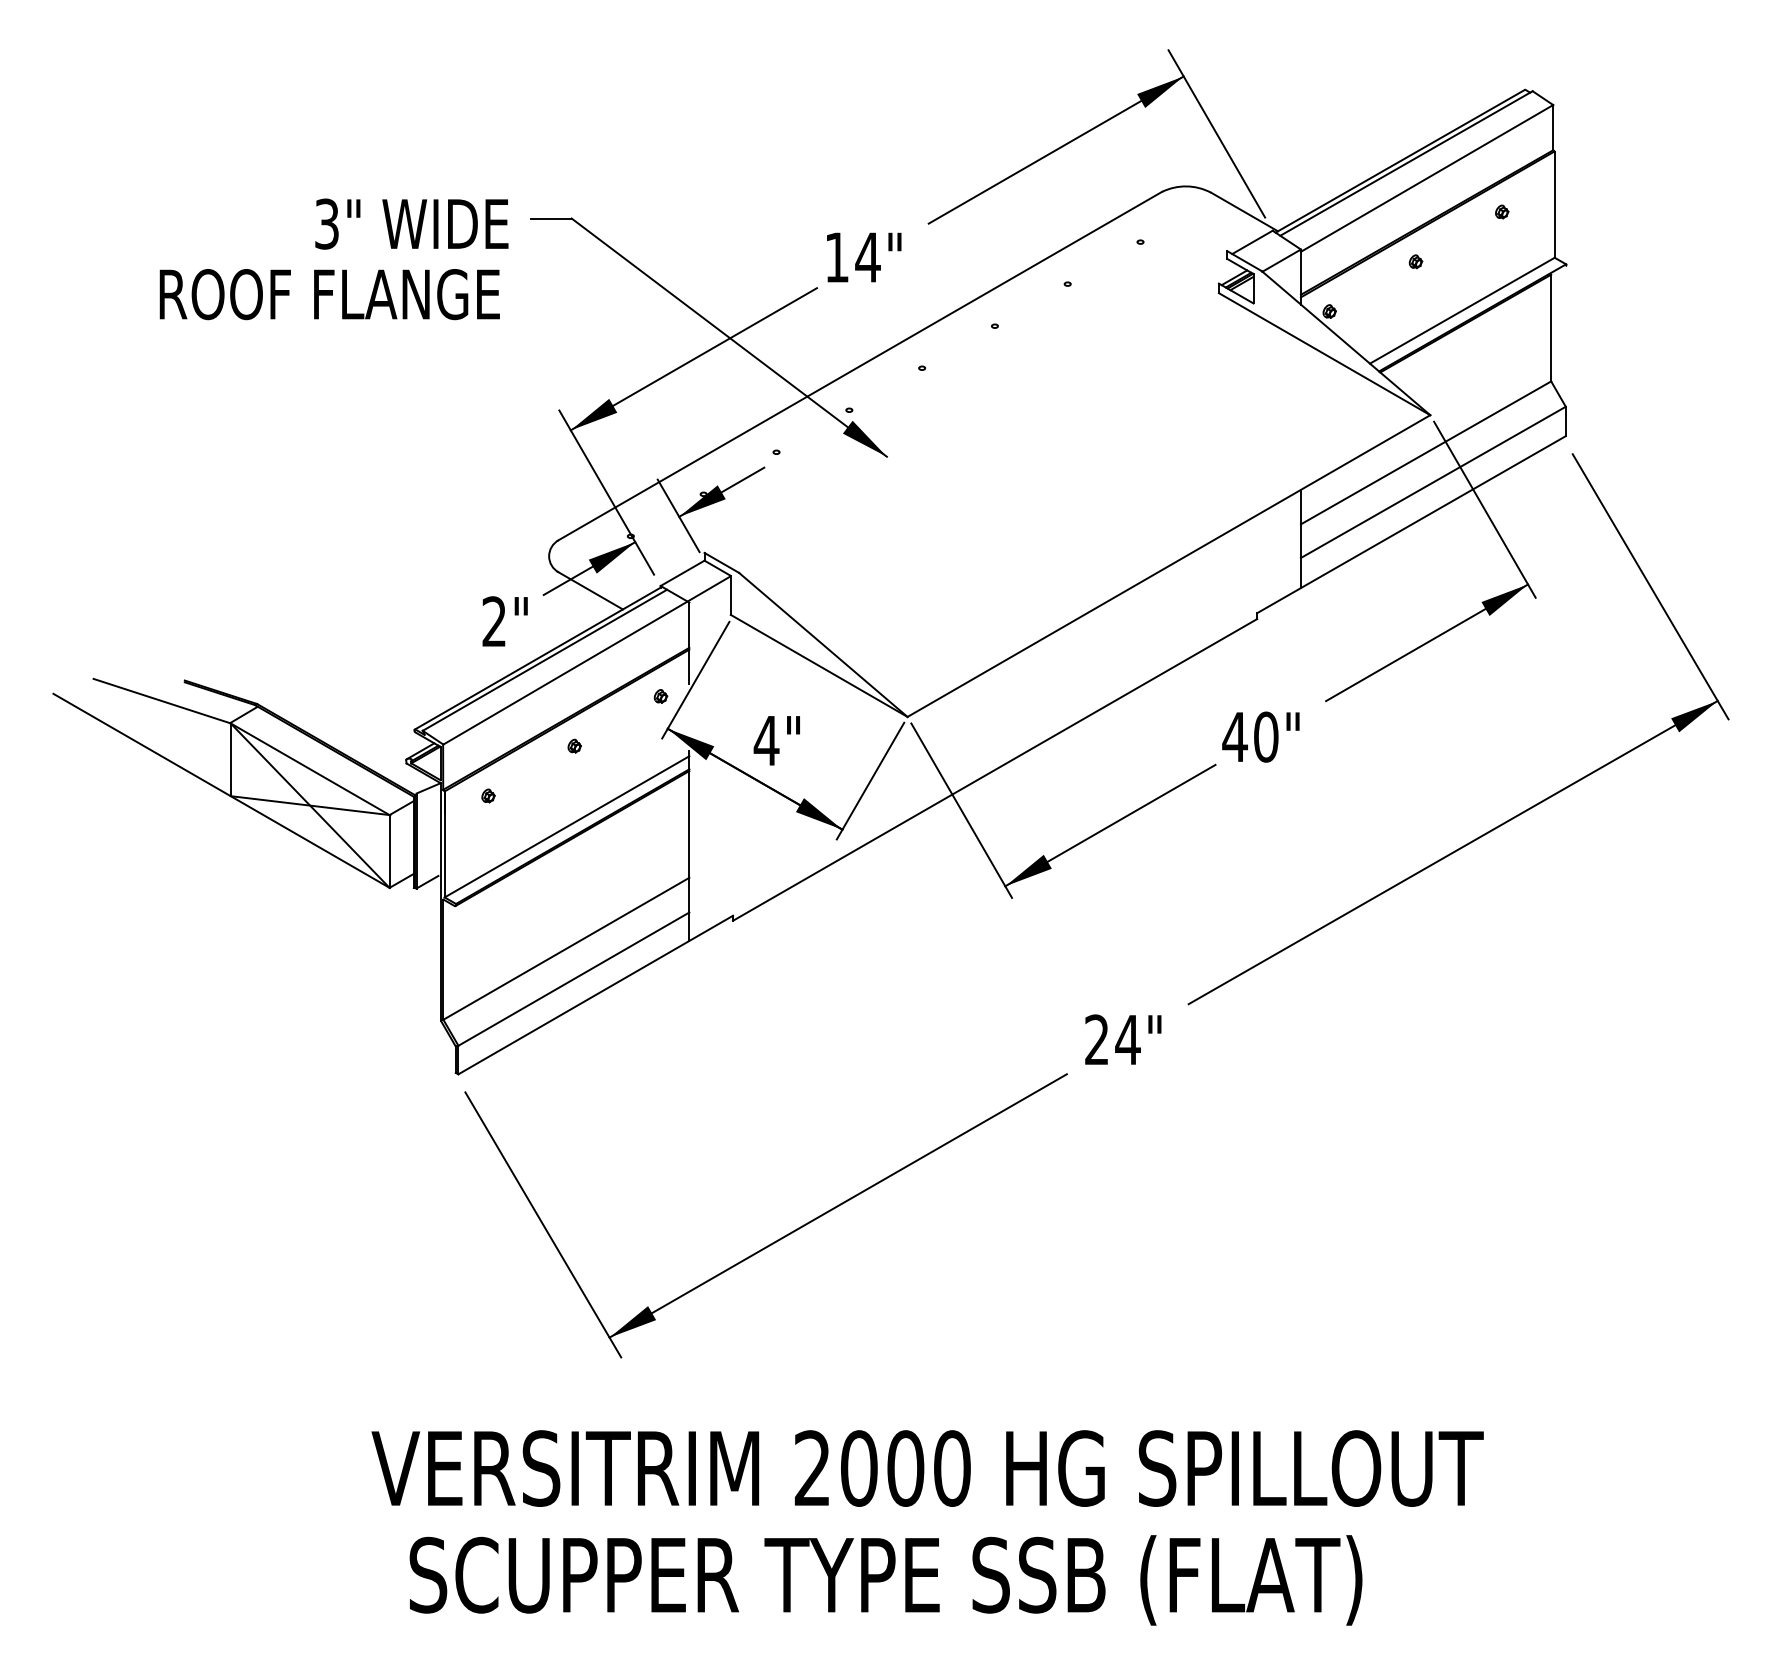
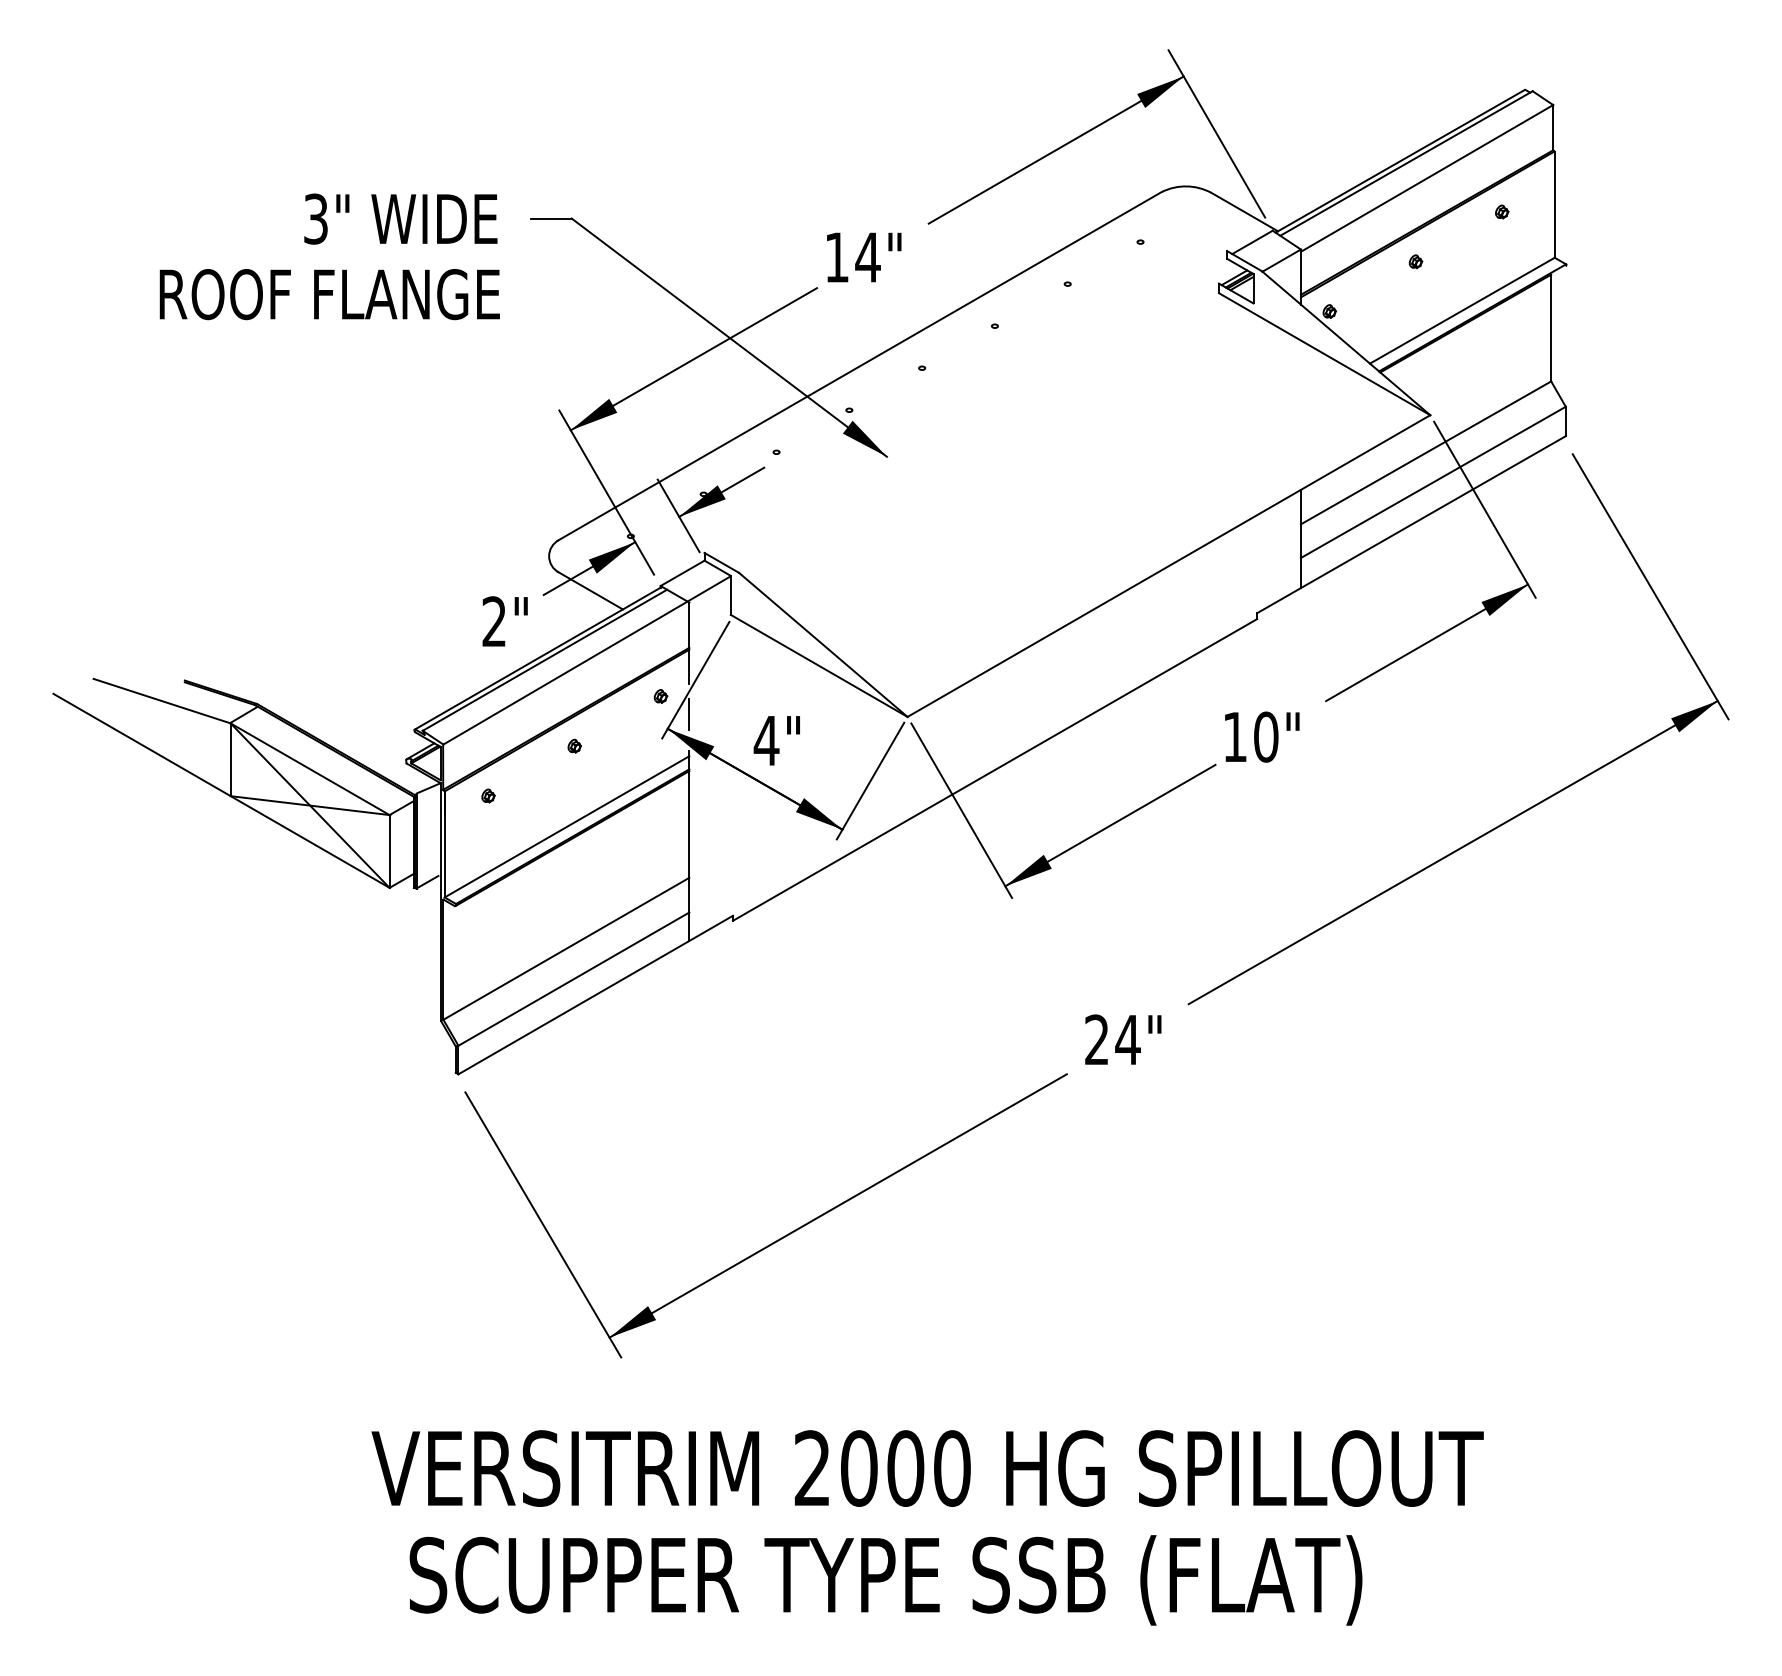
text at (411, 223) position: (411, 223) -> (400, 218)
line at (689, 714): none -> present
text at (1234, 736): 40" -> 10"
